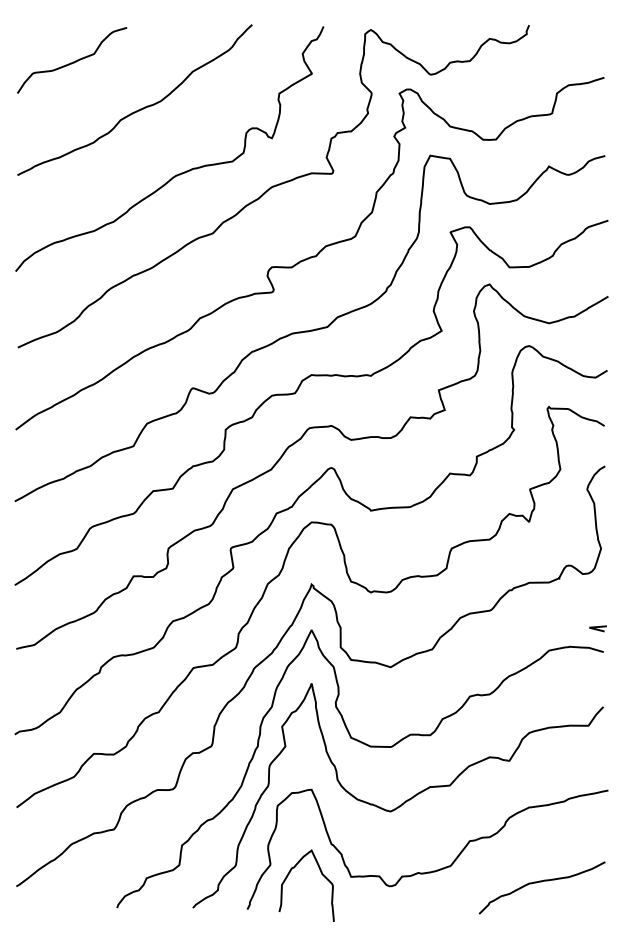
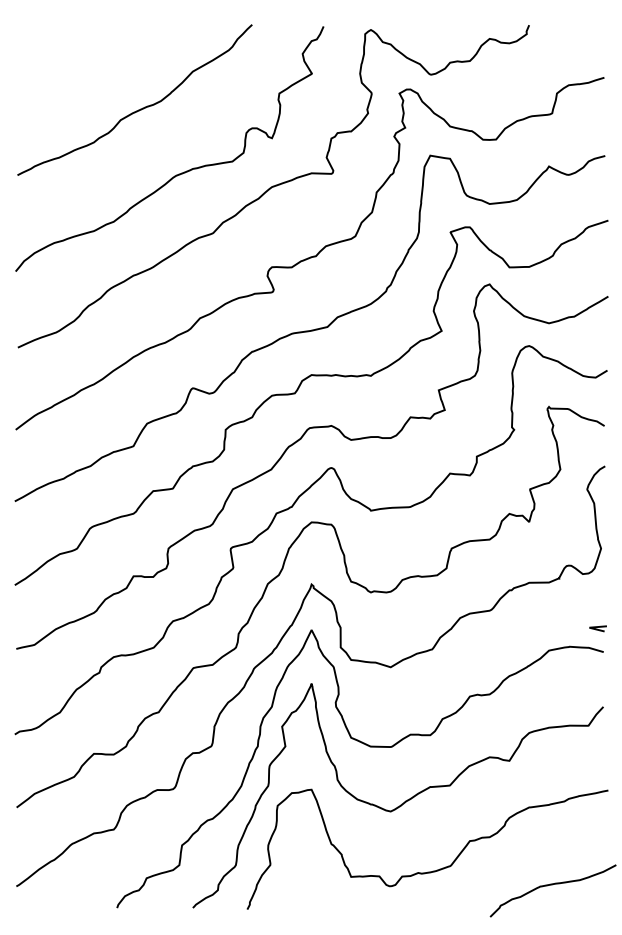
curve at (73, 61): present -> none
curve at (321, 874): present -> none
curve at (541, 882) position: (541, 882) -> (552, 885)
